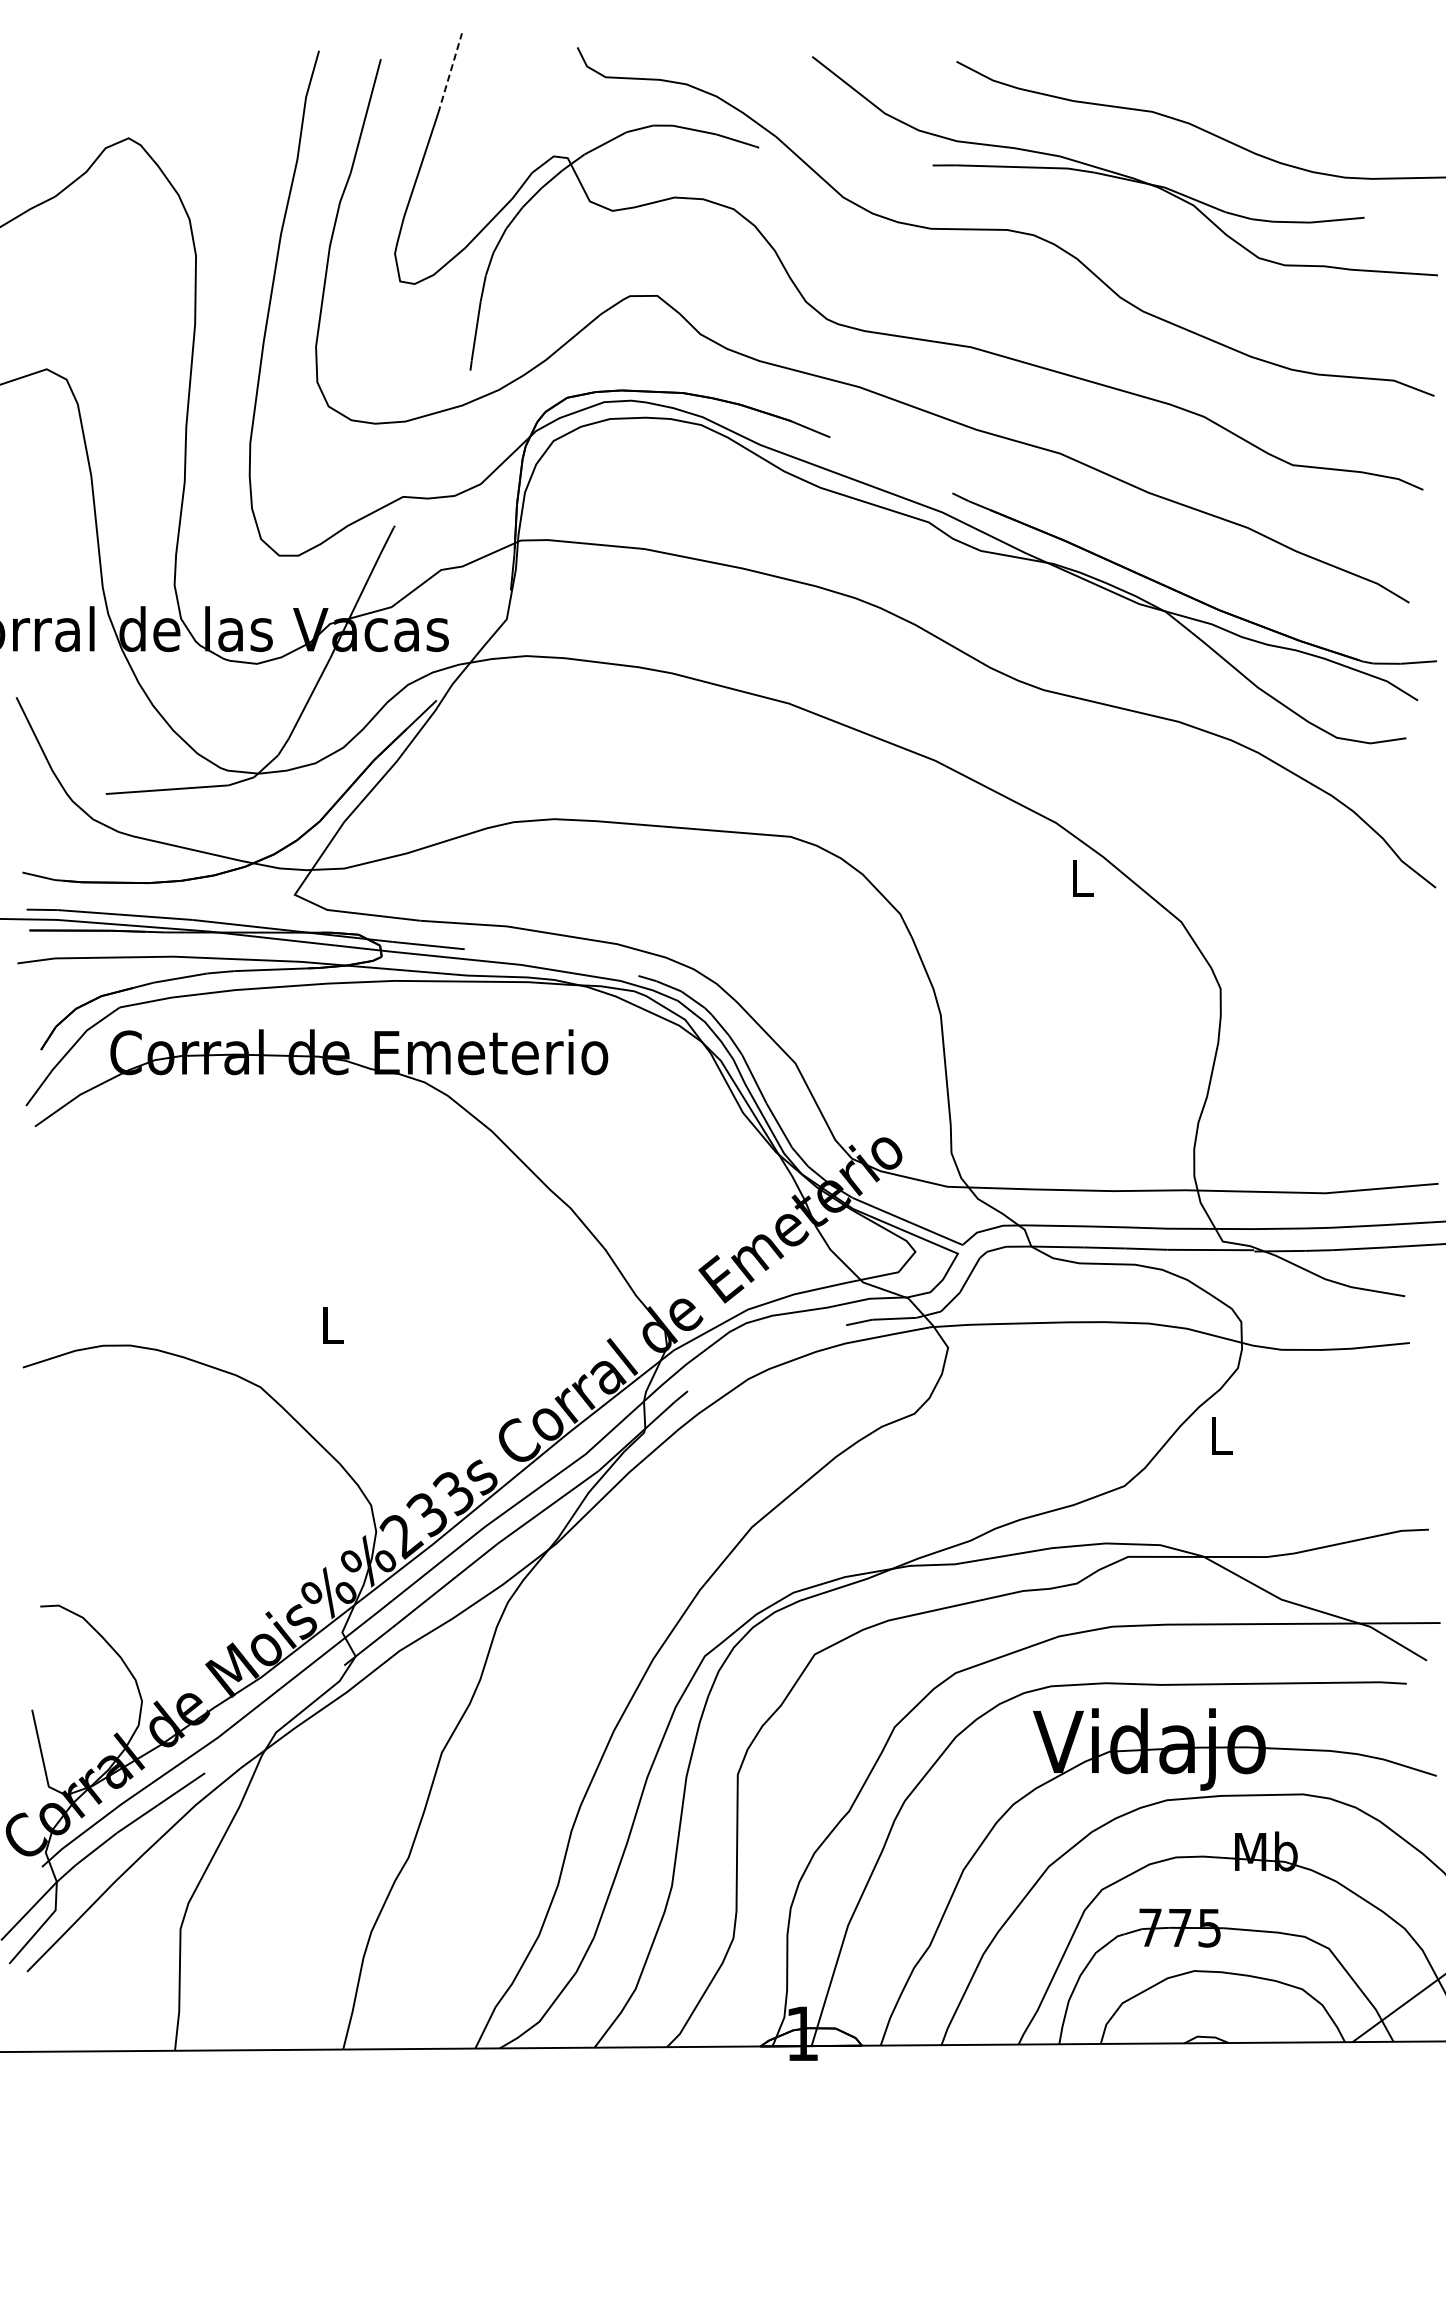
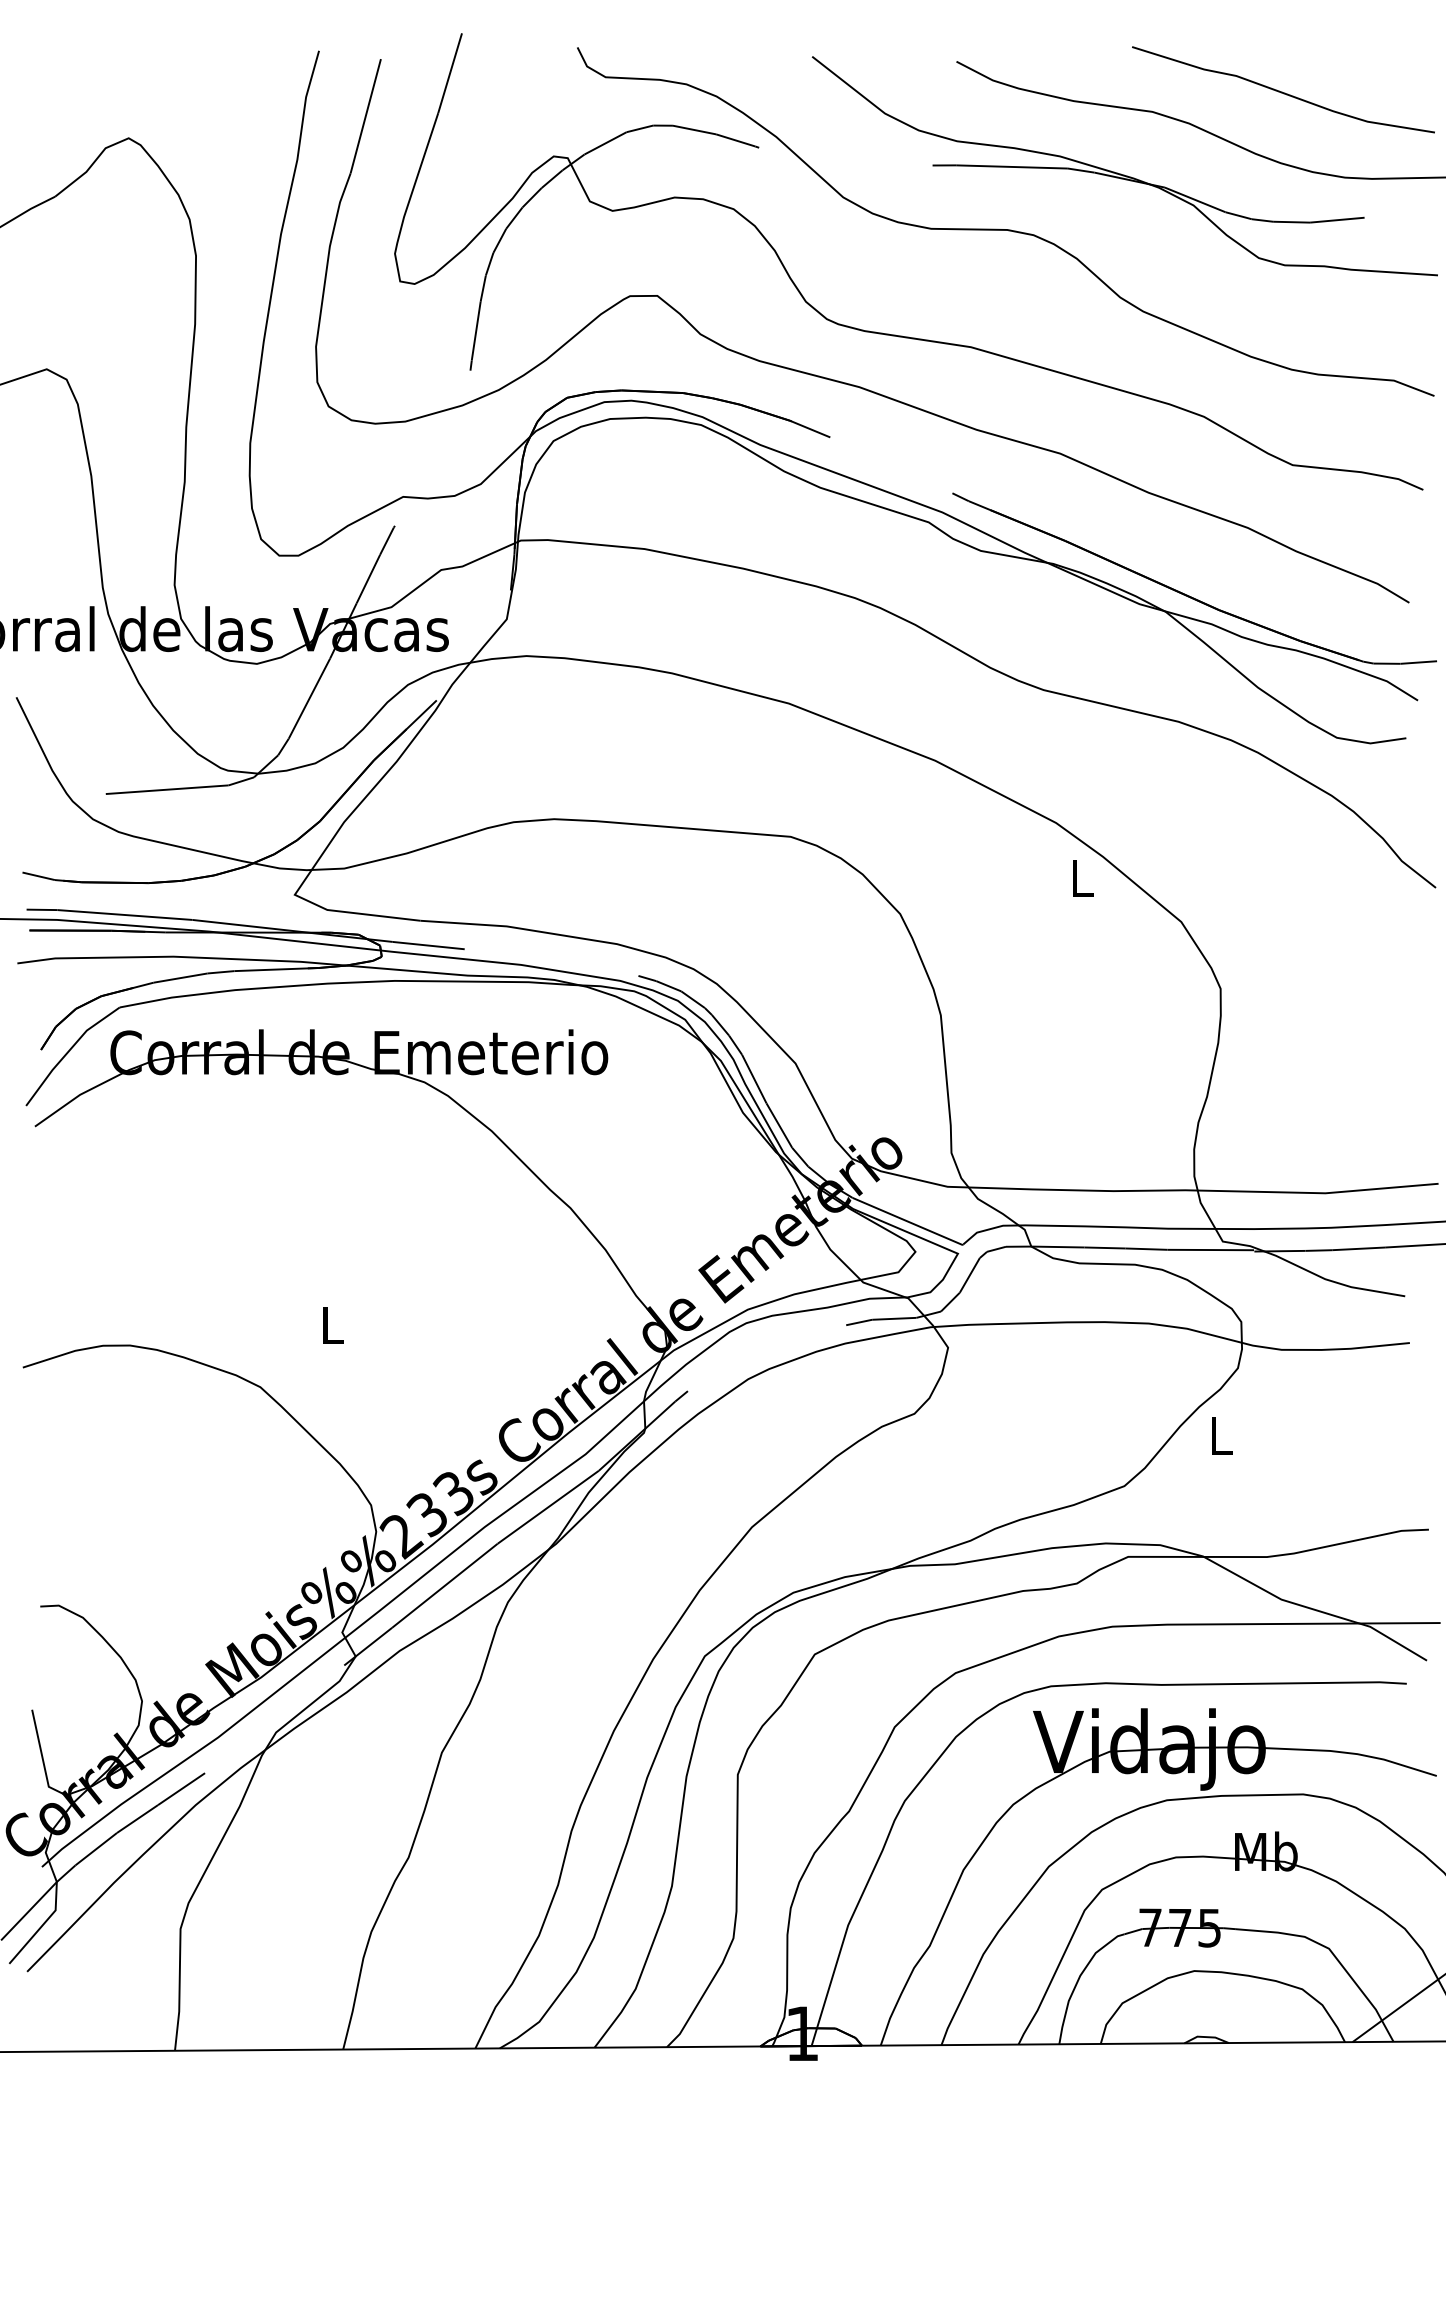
line at (450, 73): dashed -> solid
curve at (1282, 91): none -> present
